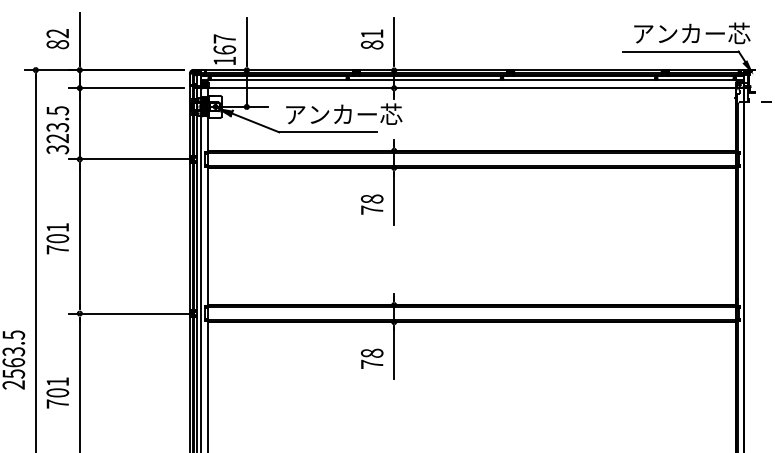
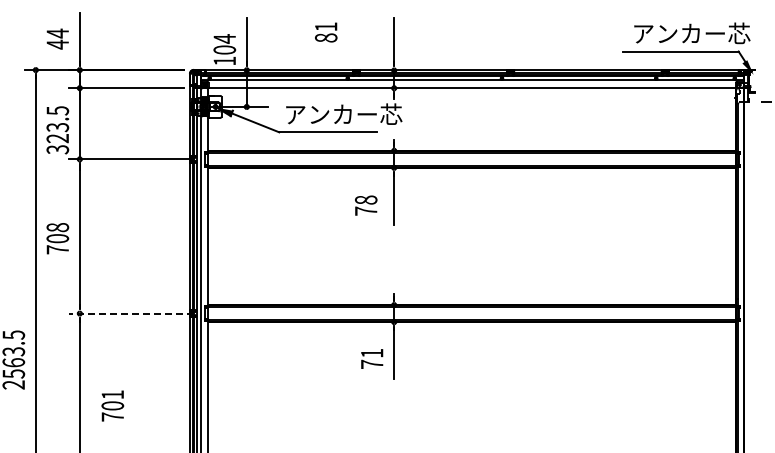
text at (57, 38): 82 -> 44
text at (372, 39) position: (372, 39) -> (326, 32)
text at (224, 44): 167 -> 104
text at (372, 204) position: (372, 204) -> (366, 205)
text at (57, 227): 701 -> 708
line at (131, 313): solid -> dashed
text at (371, 352): 78 -> 71
text at (57, 392) position: (57, 392) -> (112, 405)
